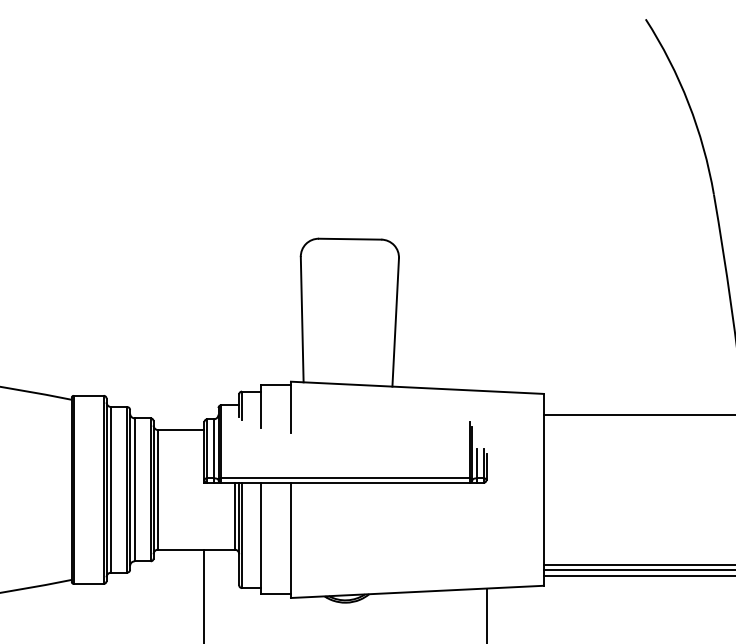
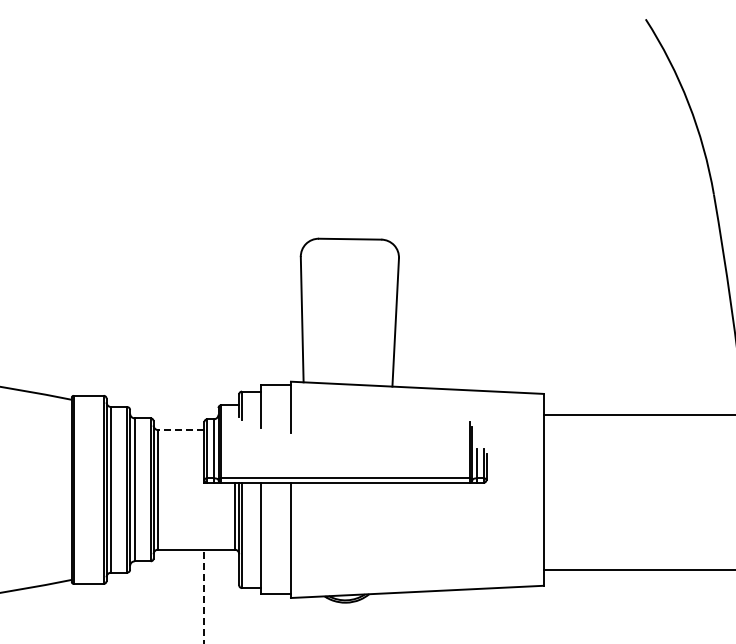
line at (180, 430): solid -> dashed
line at (637, 564): present -> none
line at (637, 575): present -> none
line at (204, 596): solid -> dashed
line at (486, 614): present -> none
